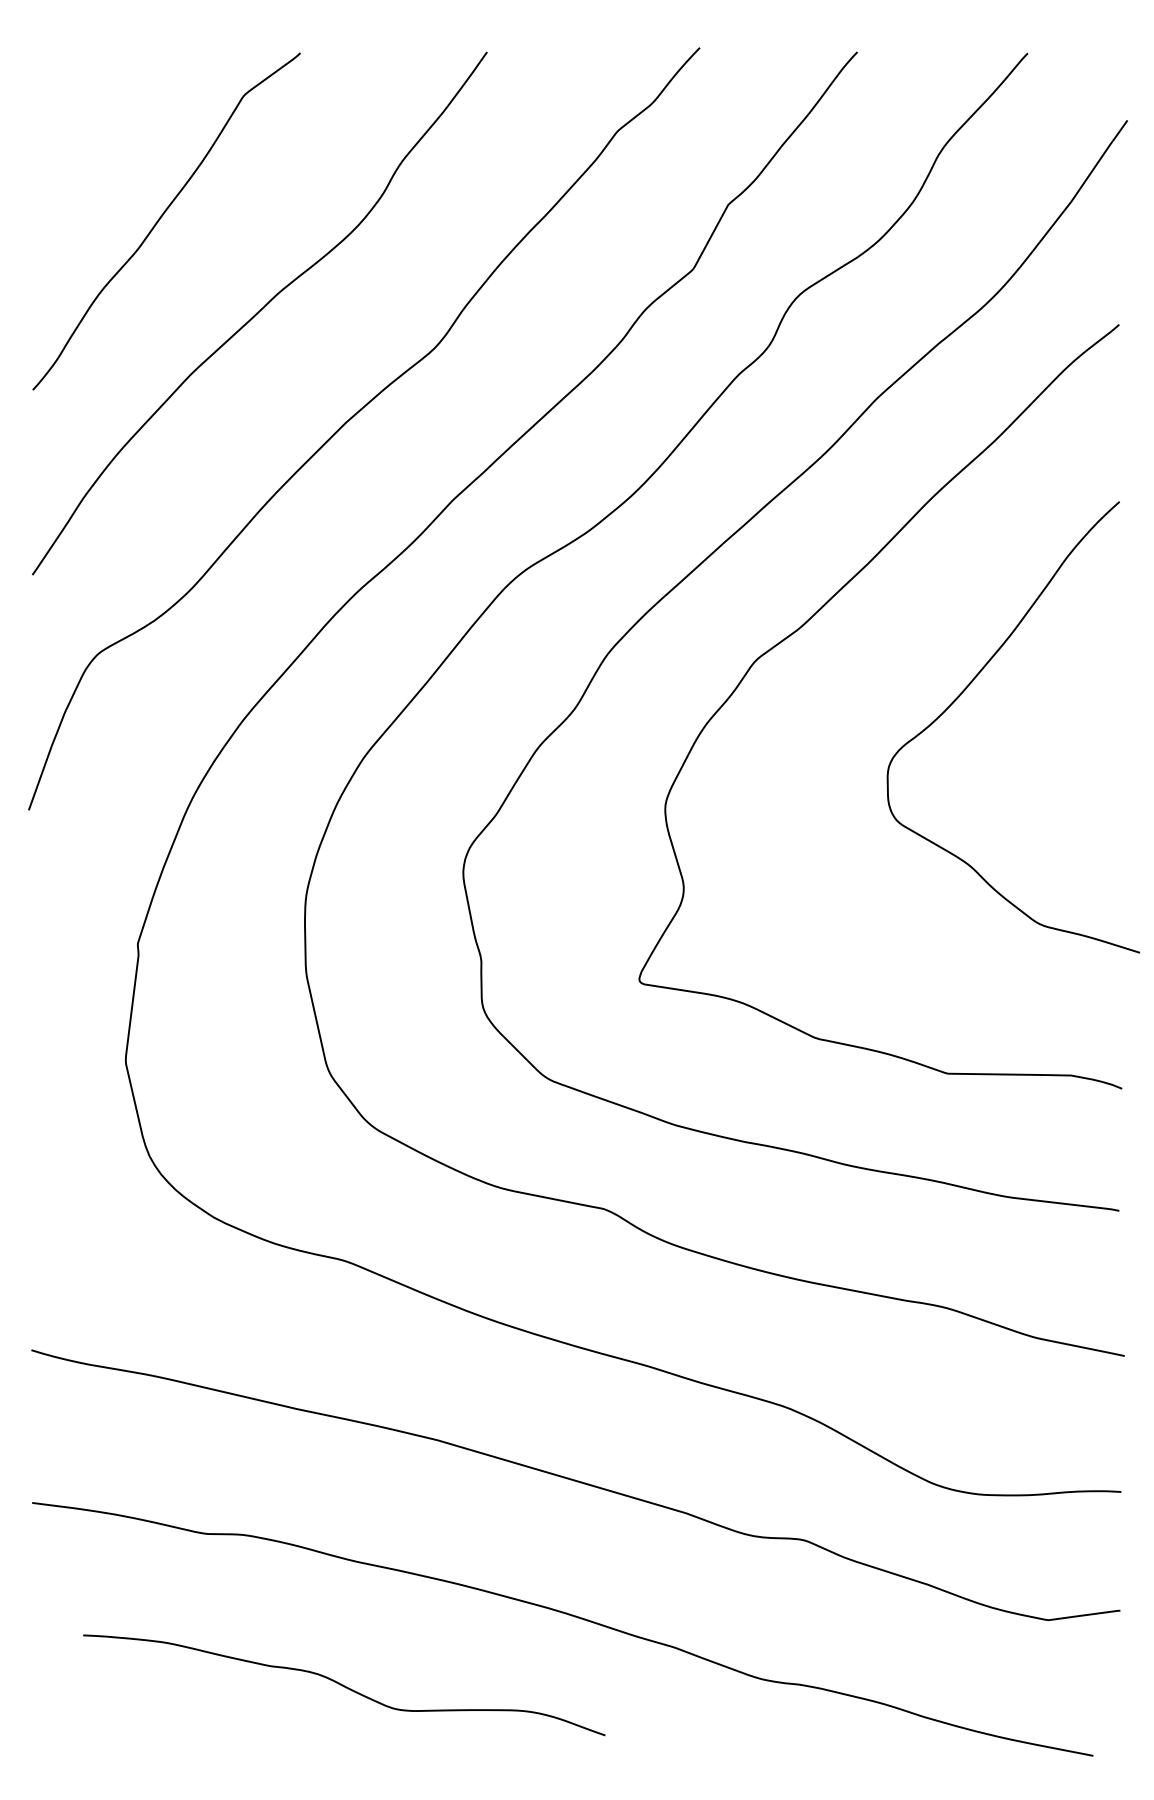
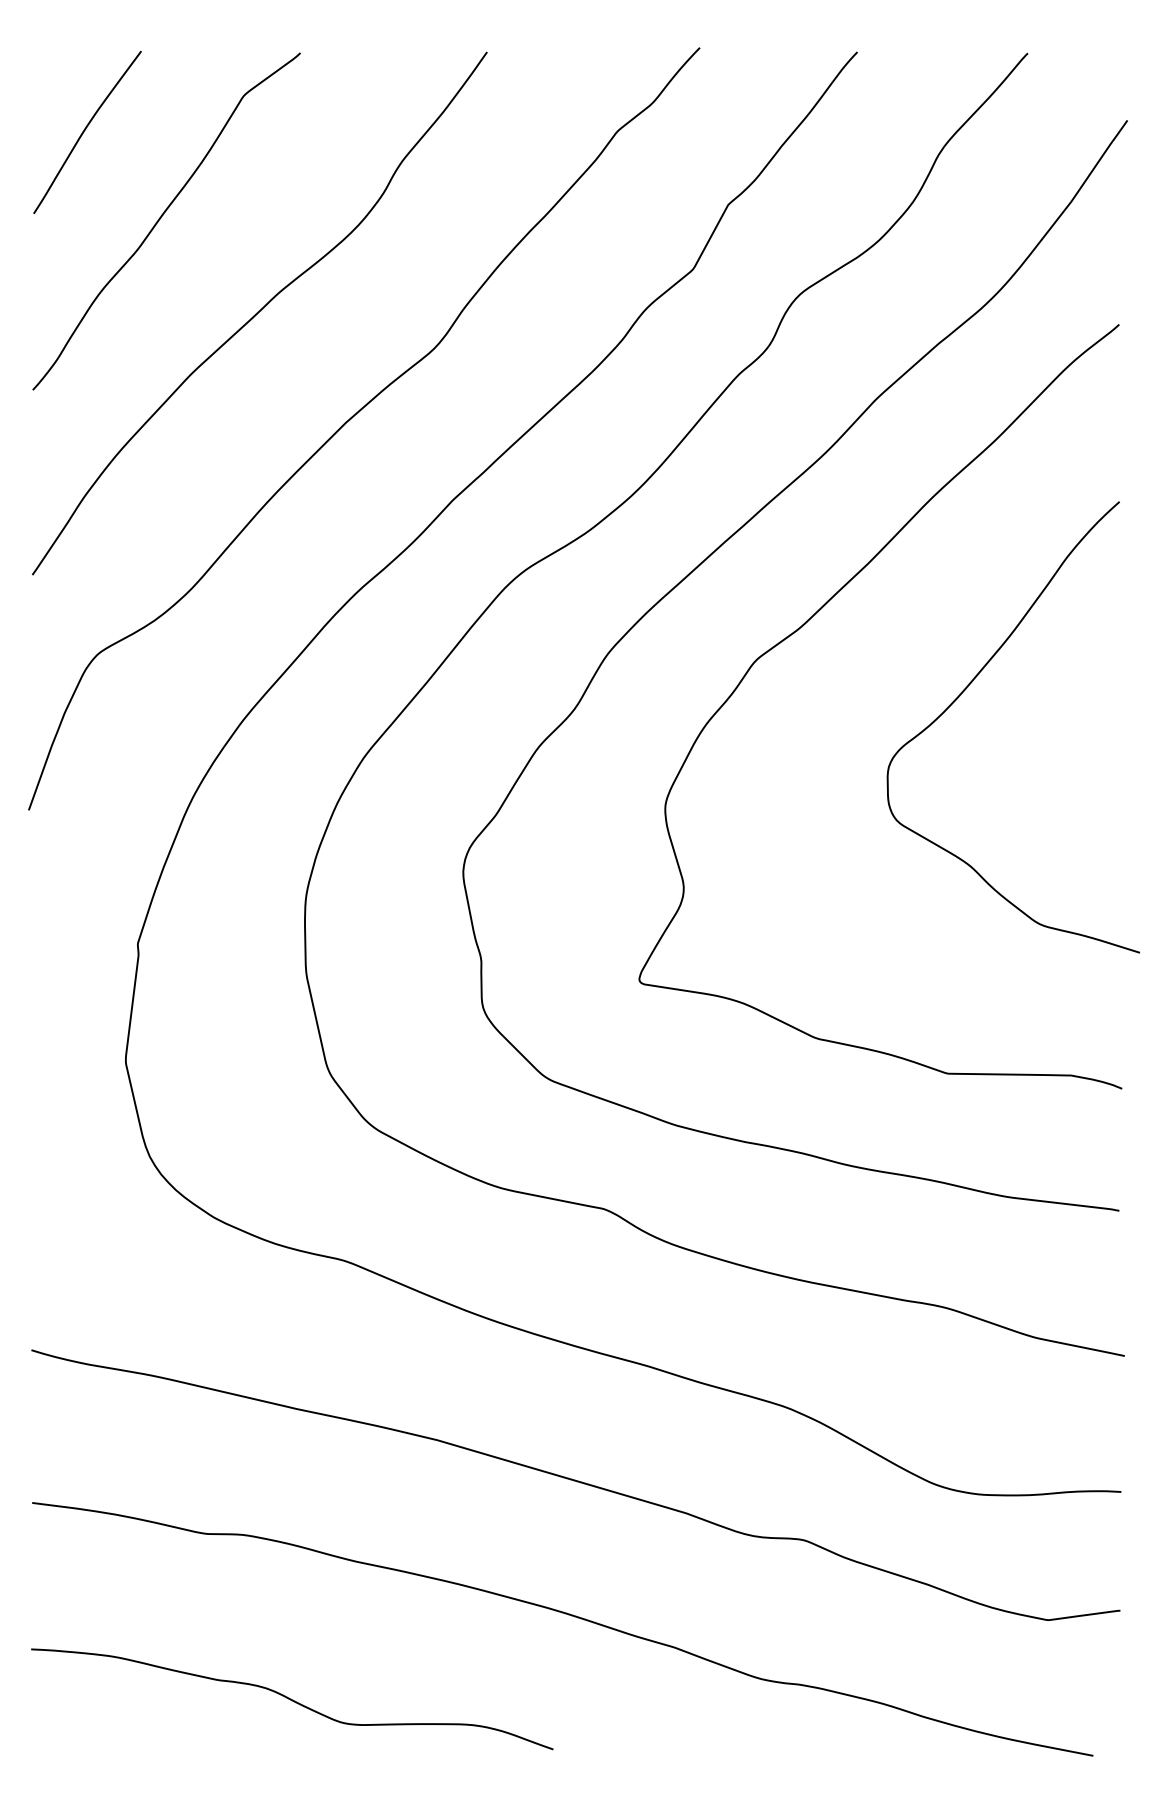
curve at (85, 130): none -> present
curve at (344, 1685) position: (344, 1685) -> (292, 1699)
